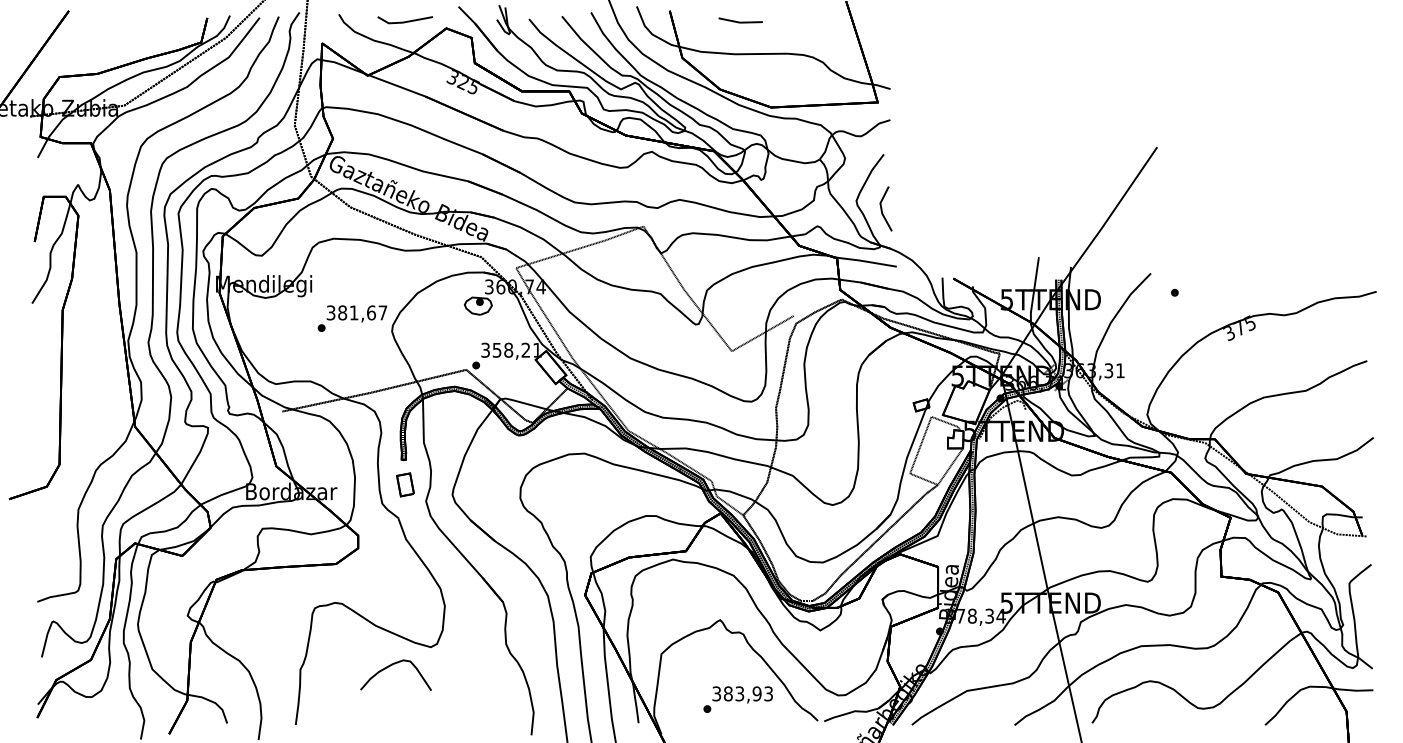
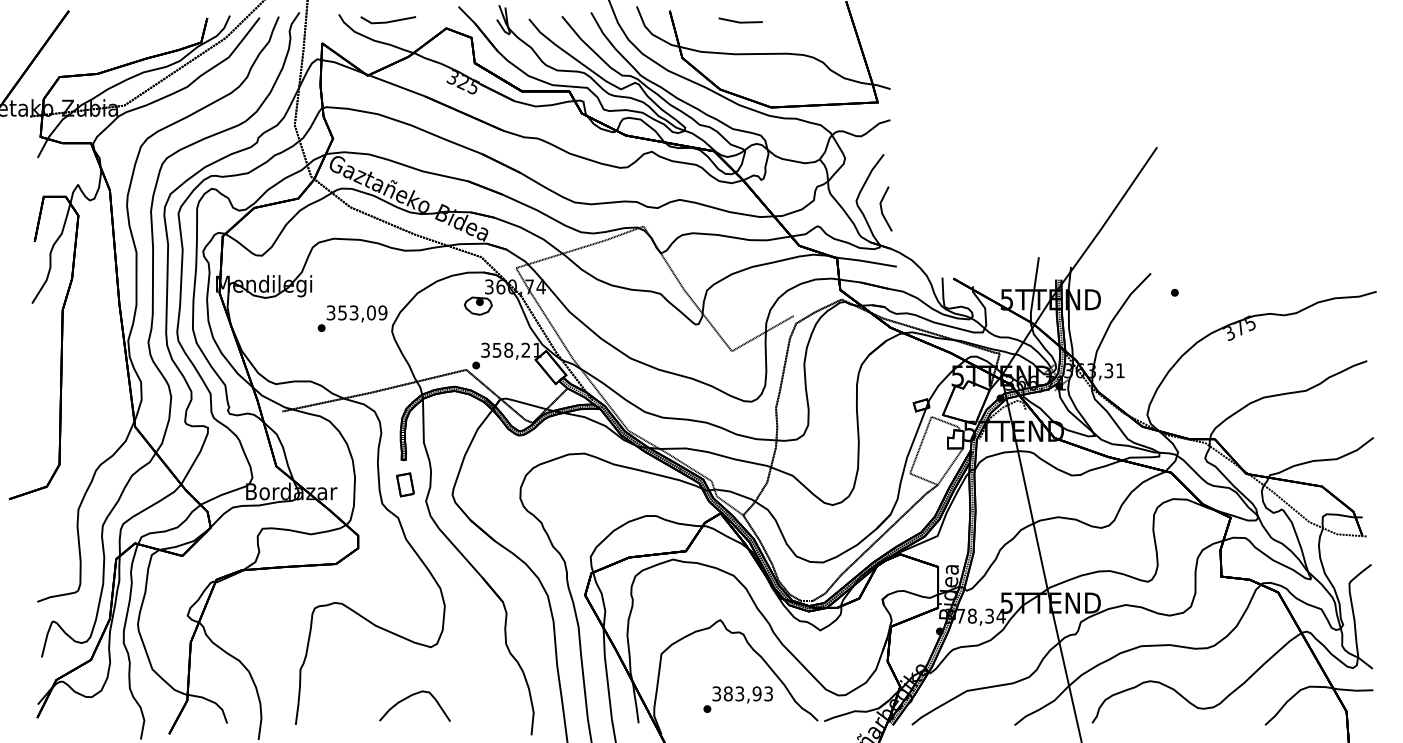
line at (405, 21) position: (405, 21) -> (388, 21)
text at (362, 312): 381,67 -> 353,09
curve at (389, 667) position: (389, 667) -> (408, 698)
